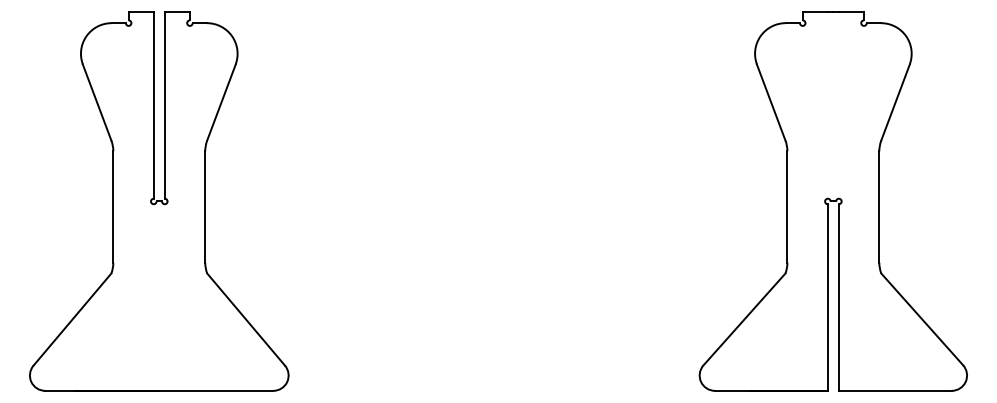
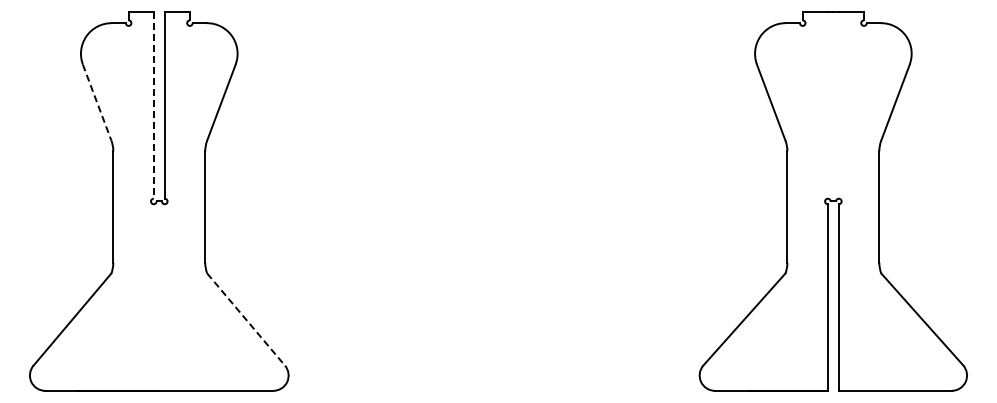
line at (97, 102): solid -> dashed
line at (153, 105): solid -> dashed
line at (246, 319): solid -> dashed
